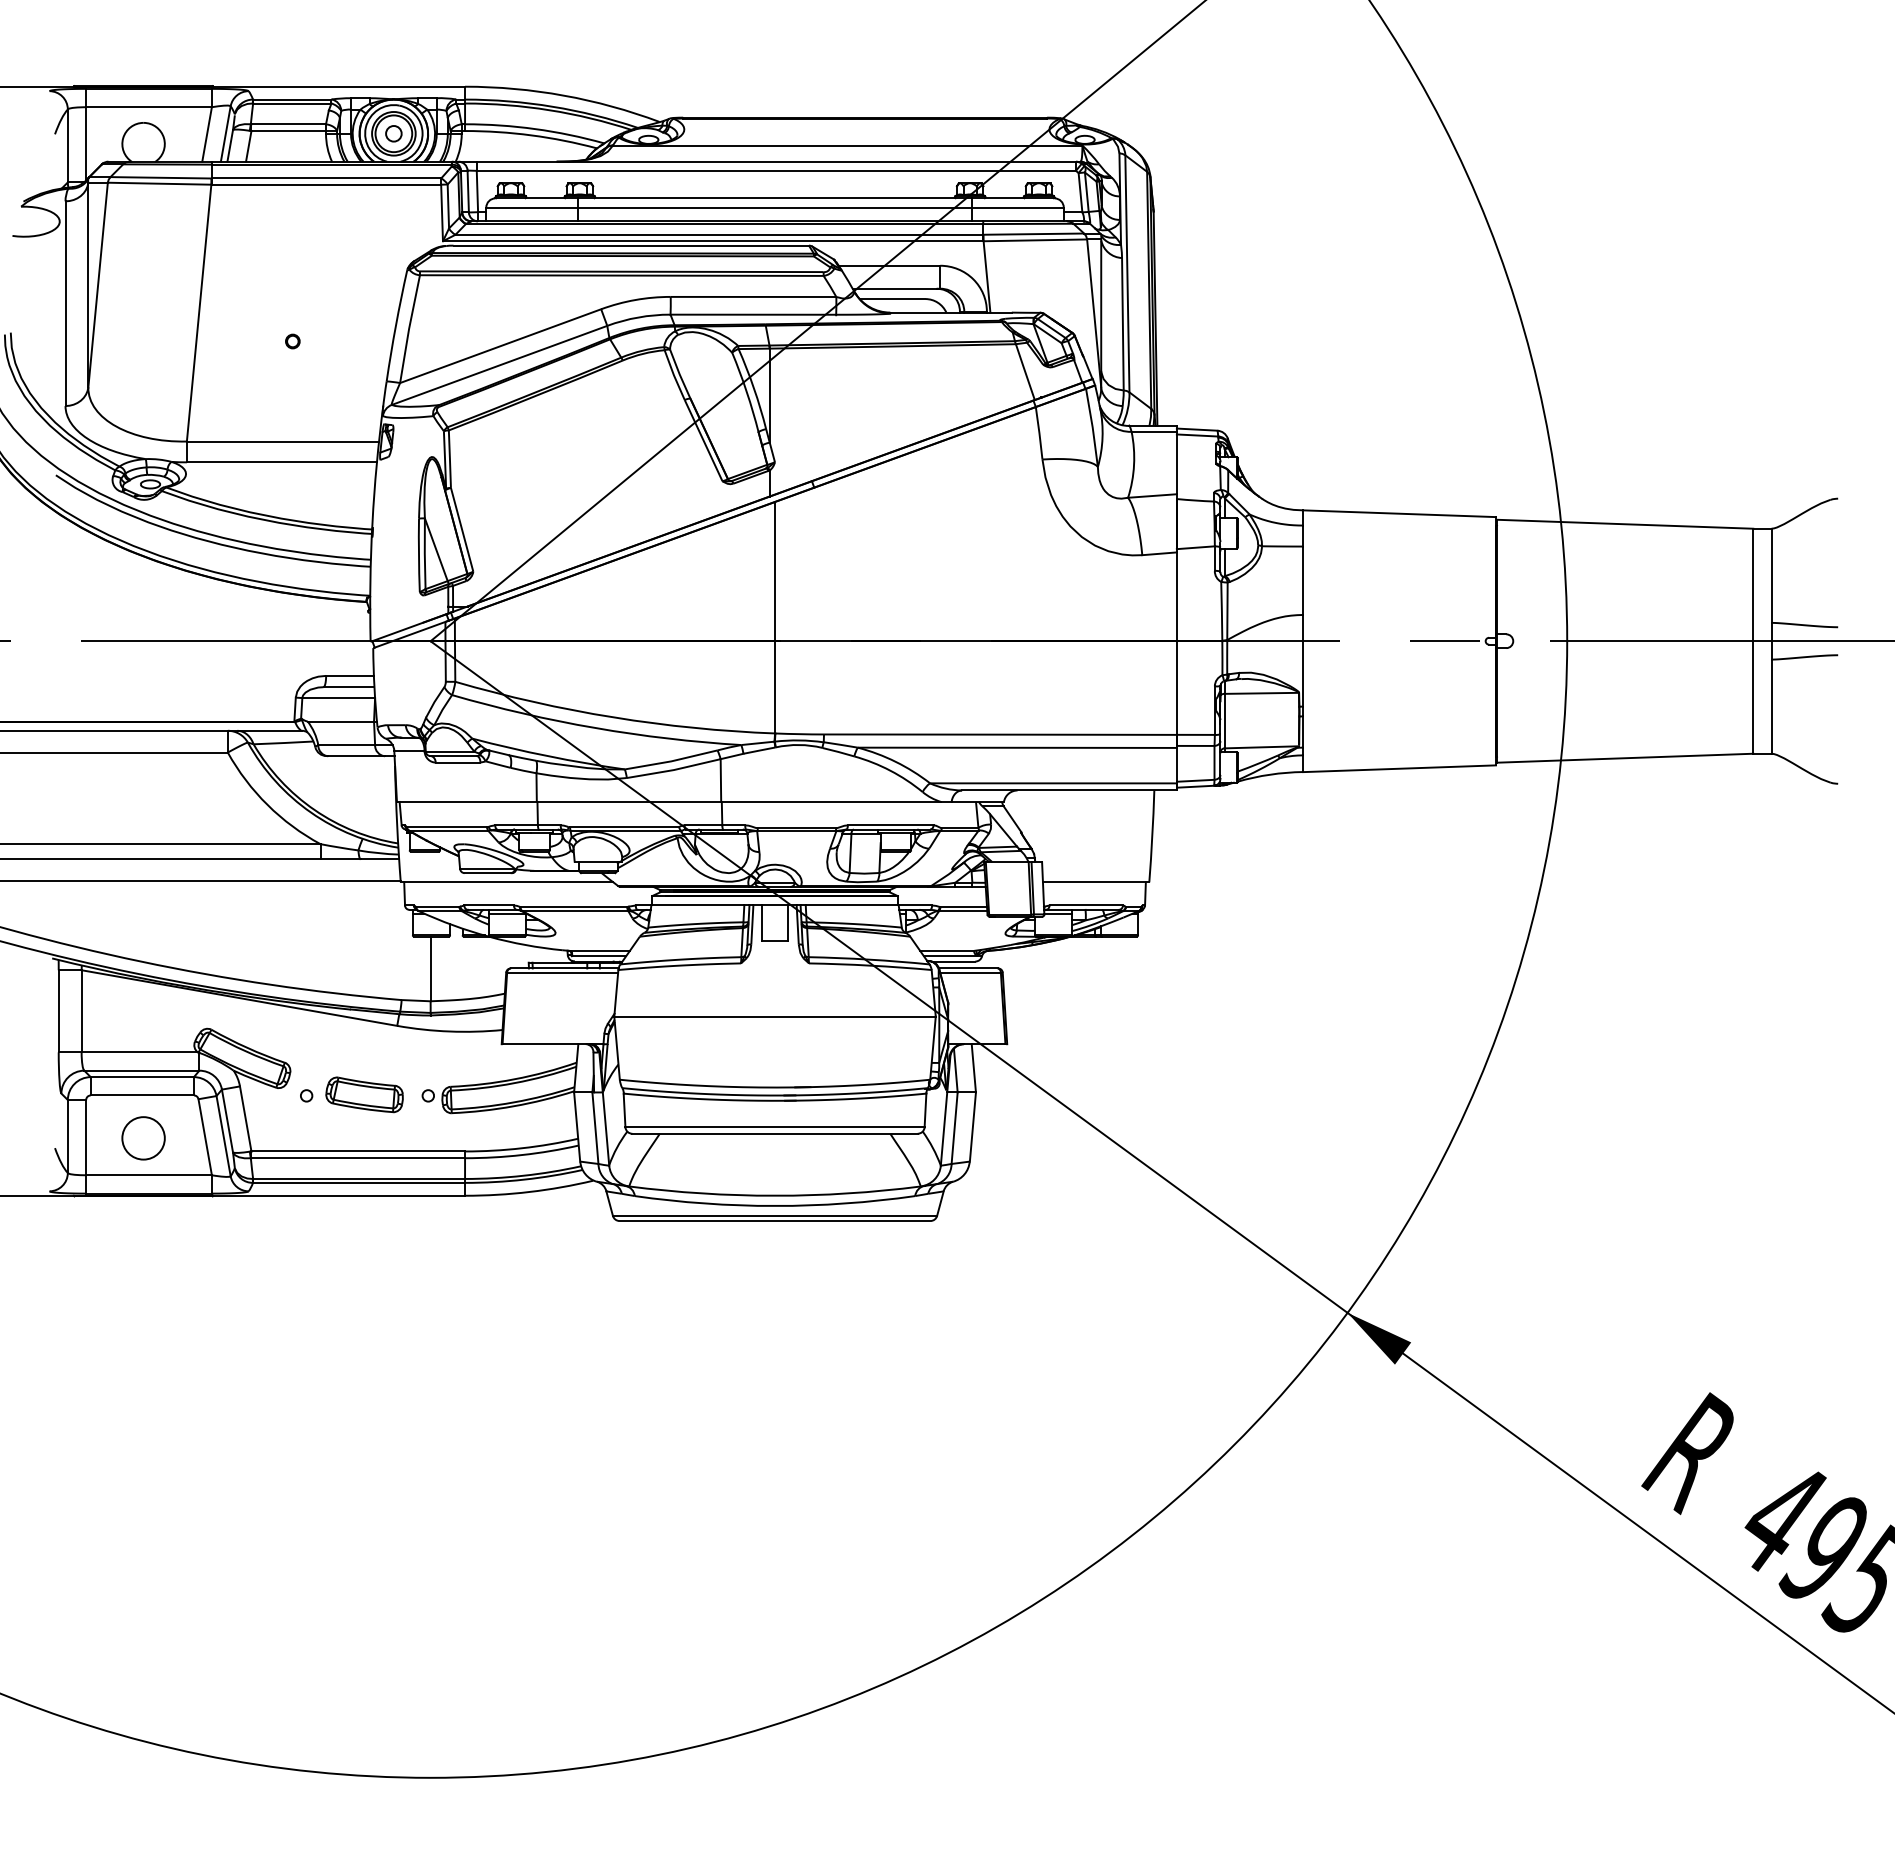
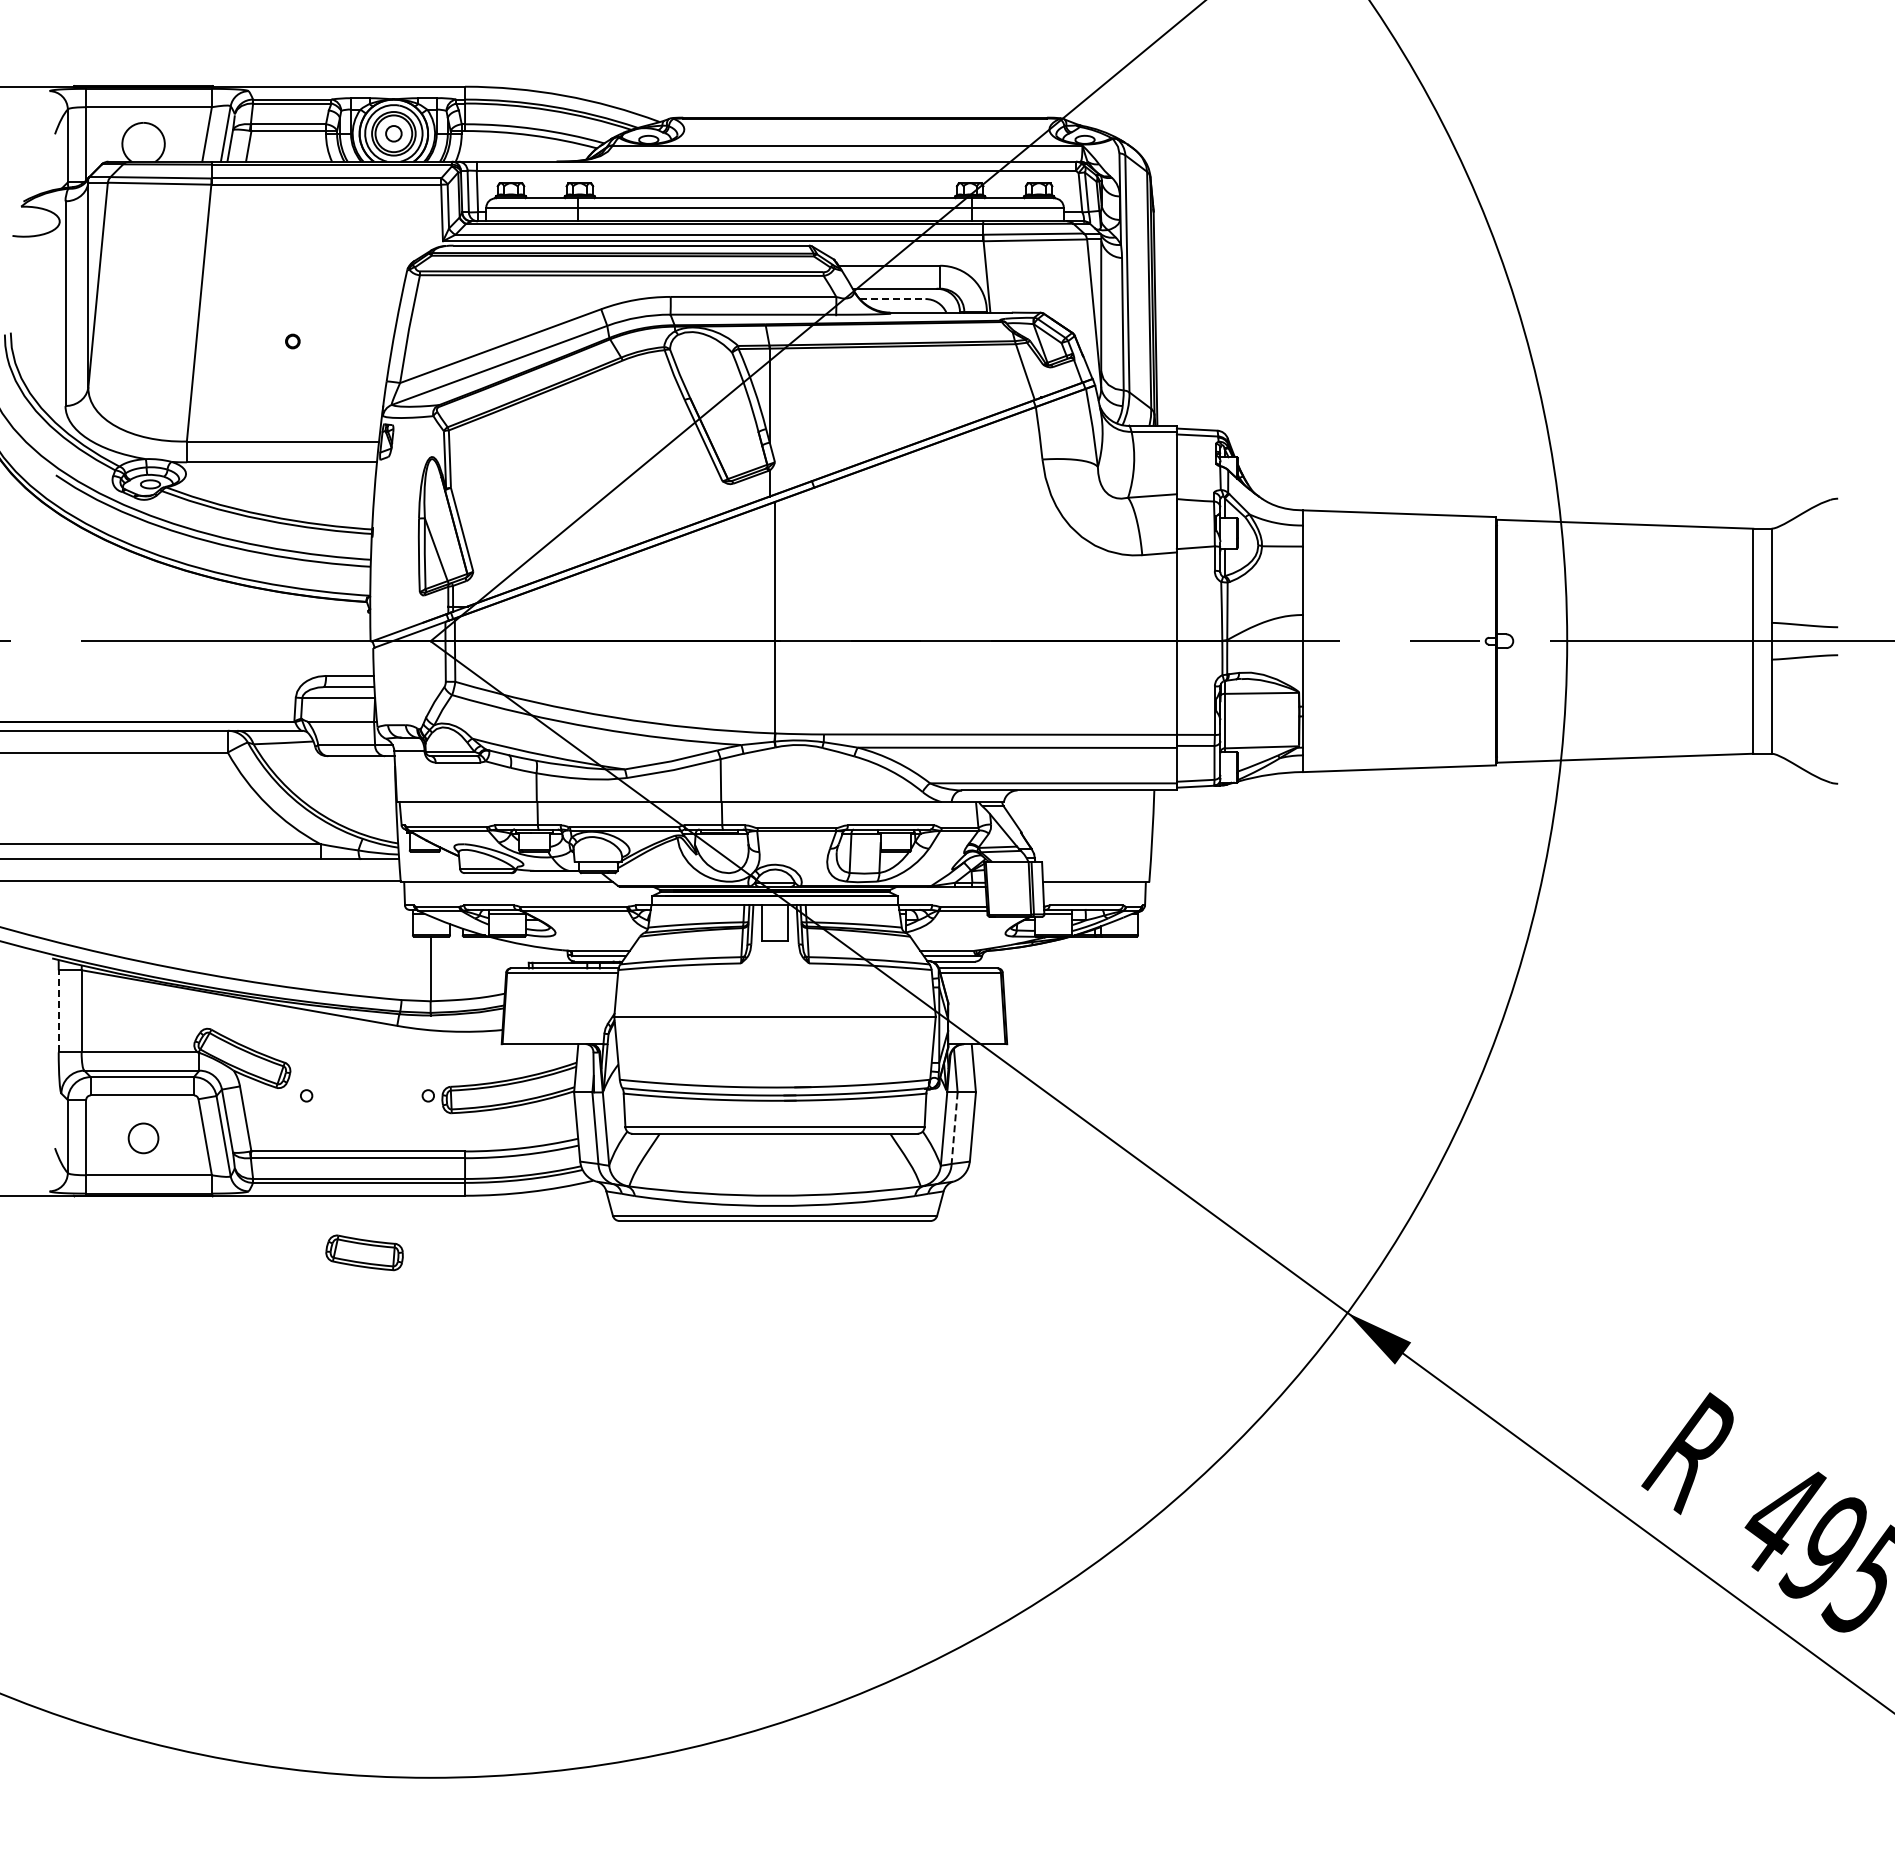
line at (892, 299): solid -> dashed
line at (58, 1010): solid -> dashed
part at (364, 1094) position: (364, 1094) -> (364, 1252)
line at (954, 1128): solid -> dashed
circle at (143, 1138) size: 45x45 px -> 33x33 px
